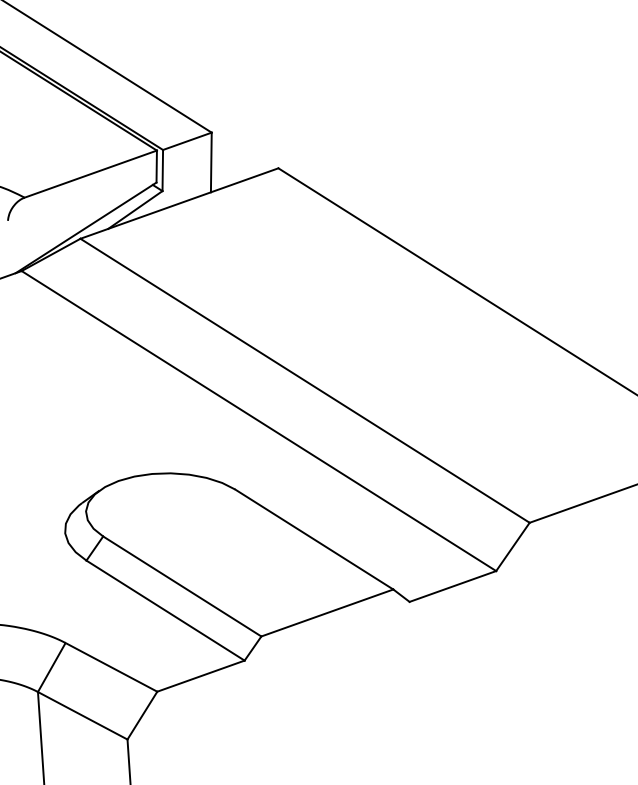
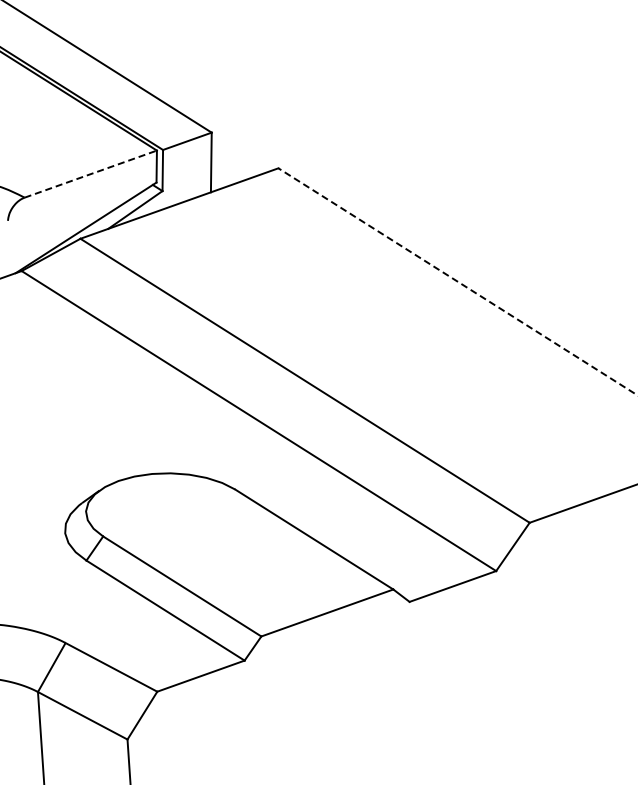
line at (91, 173): solid -> dashed
line at (457, 281): solid -> dashed
